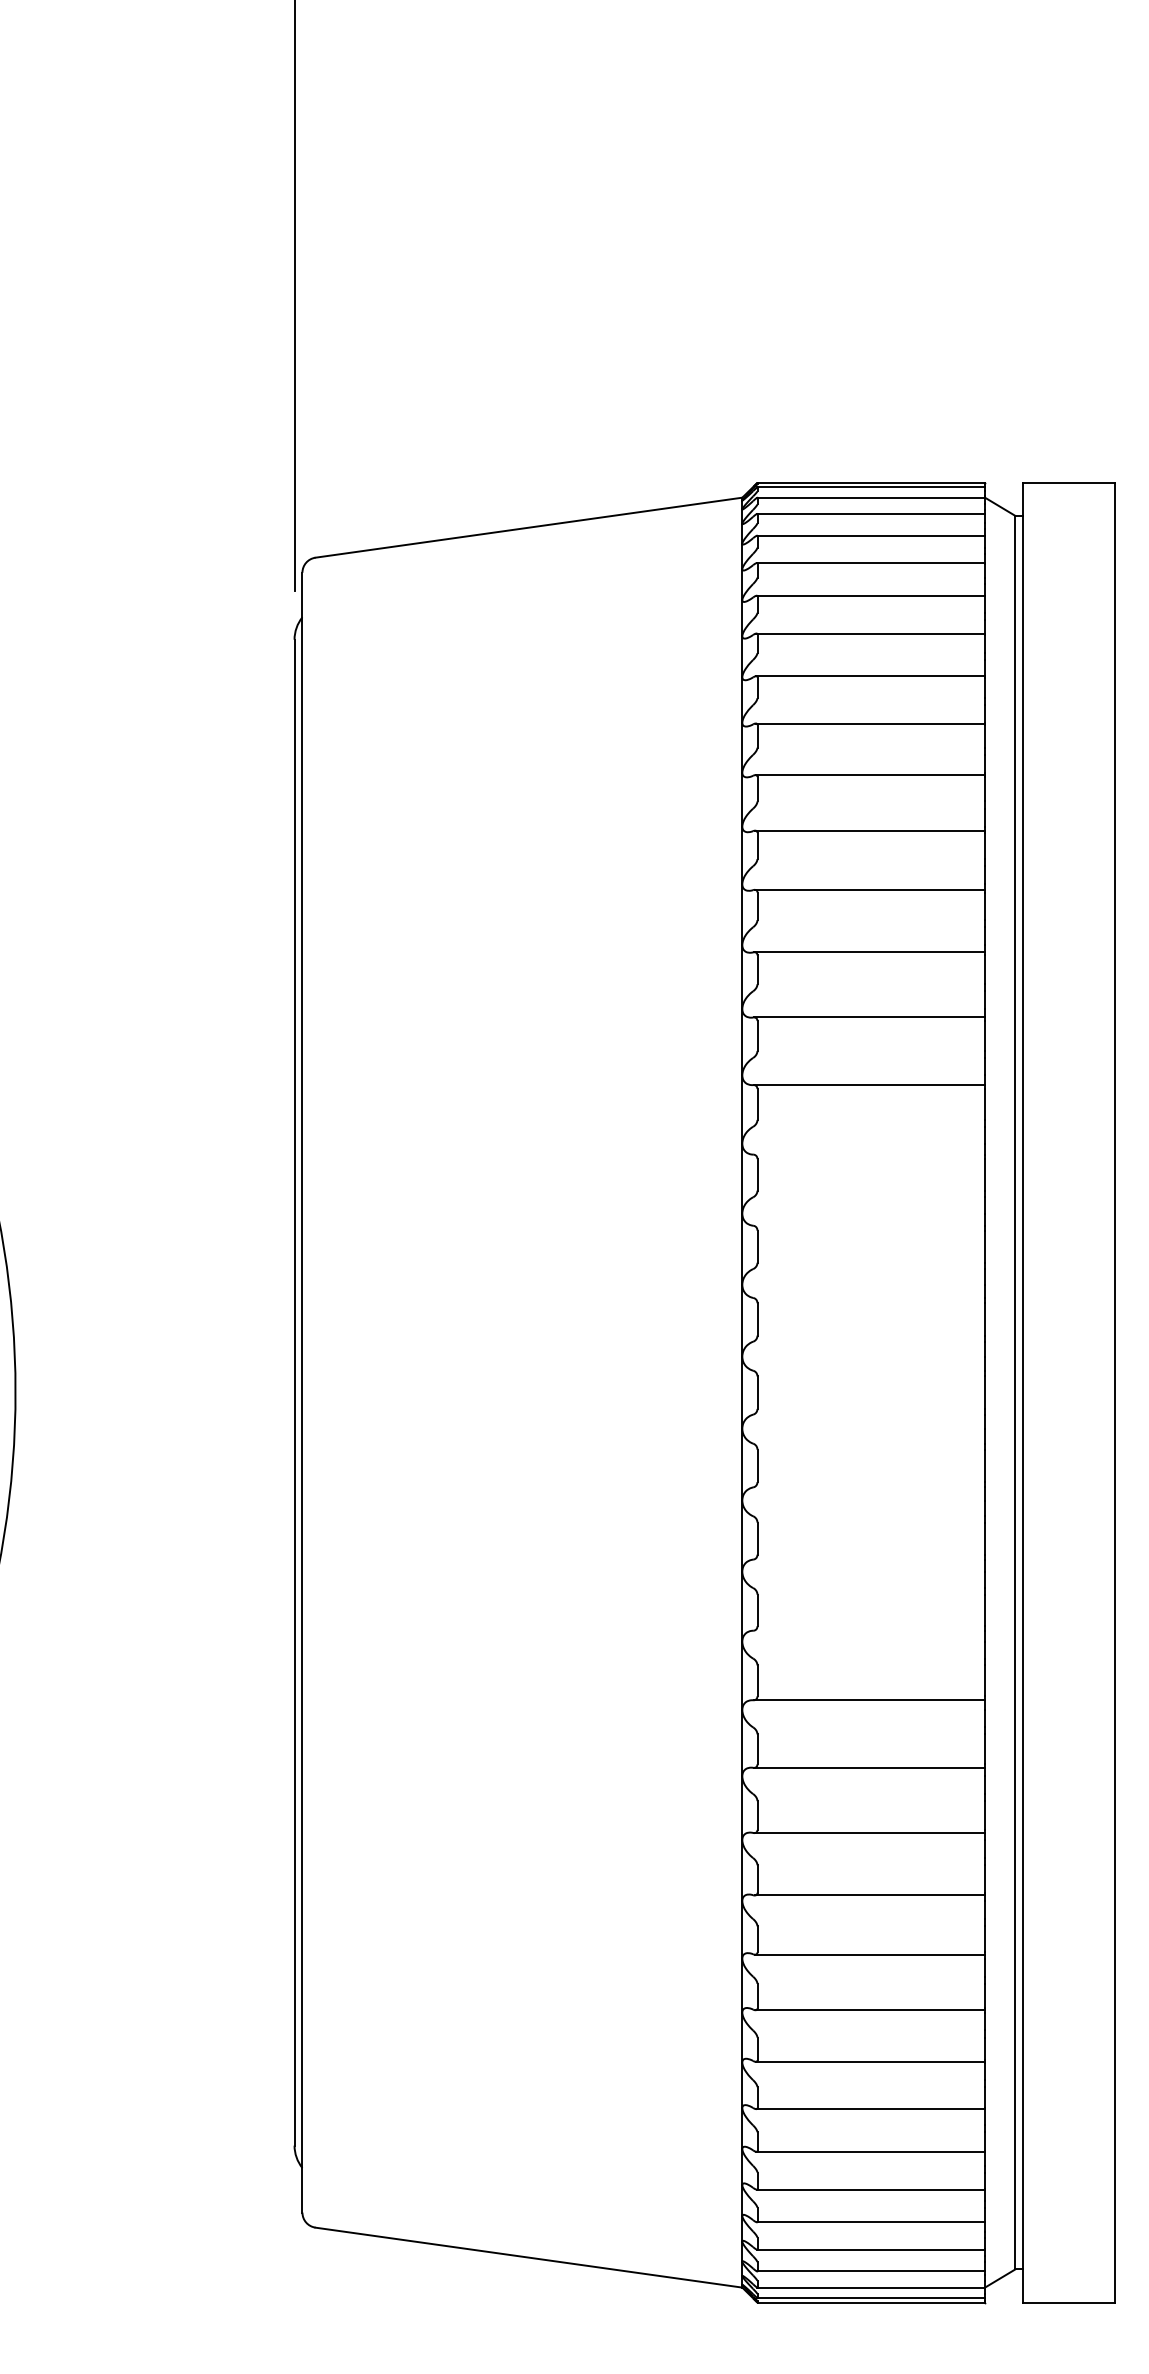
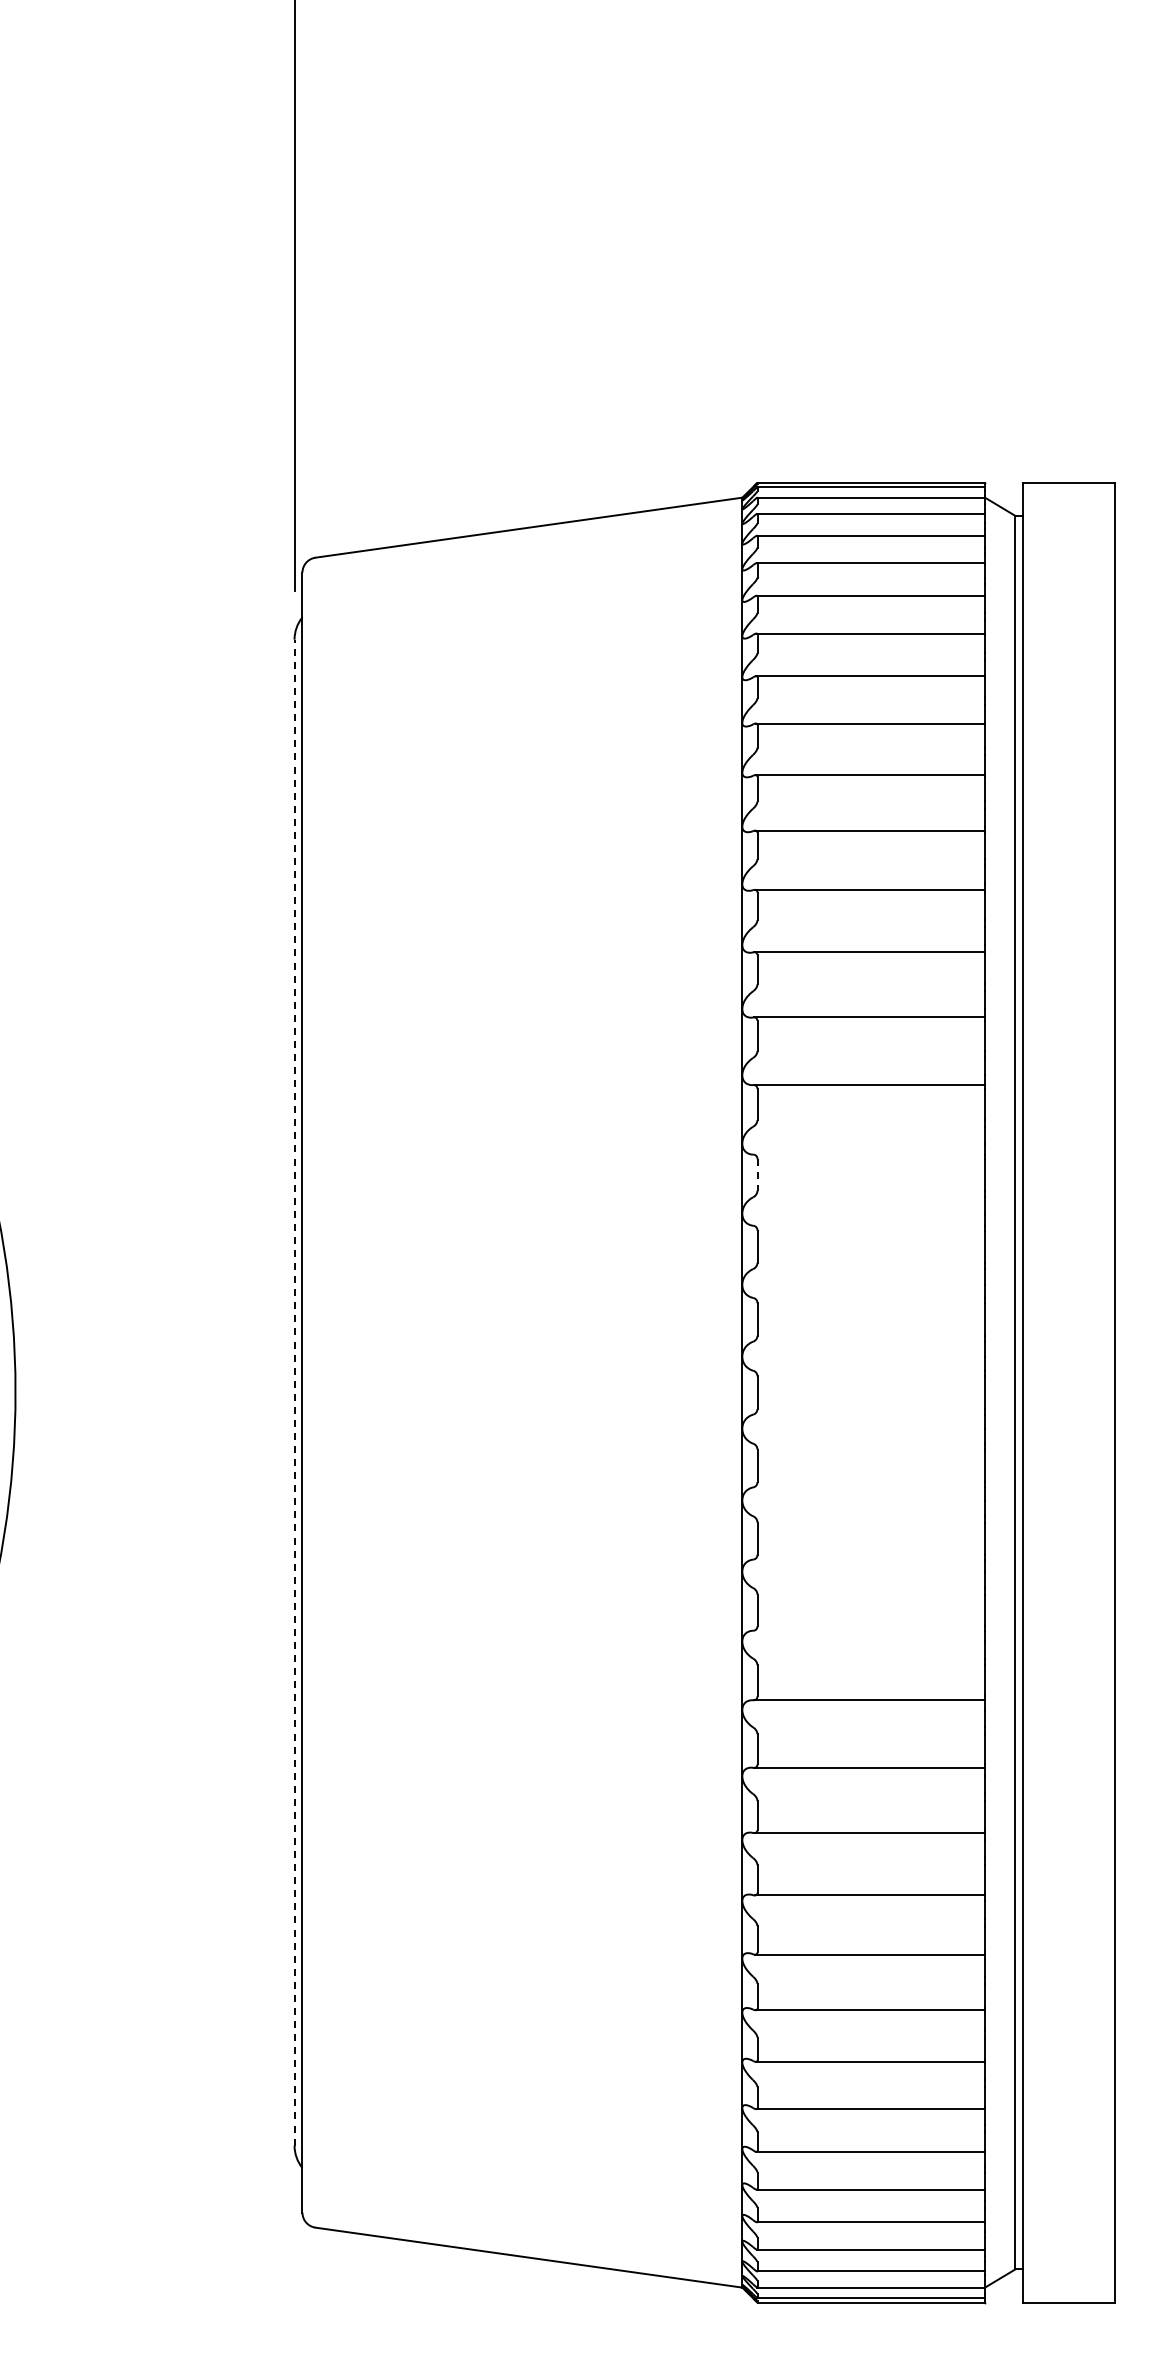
line at (757, 1174): solid -> dashed
line at (294, 1392): solid -> dashed
